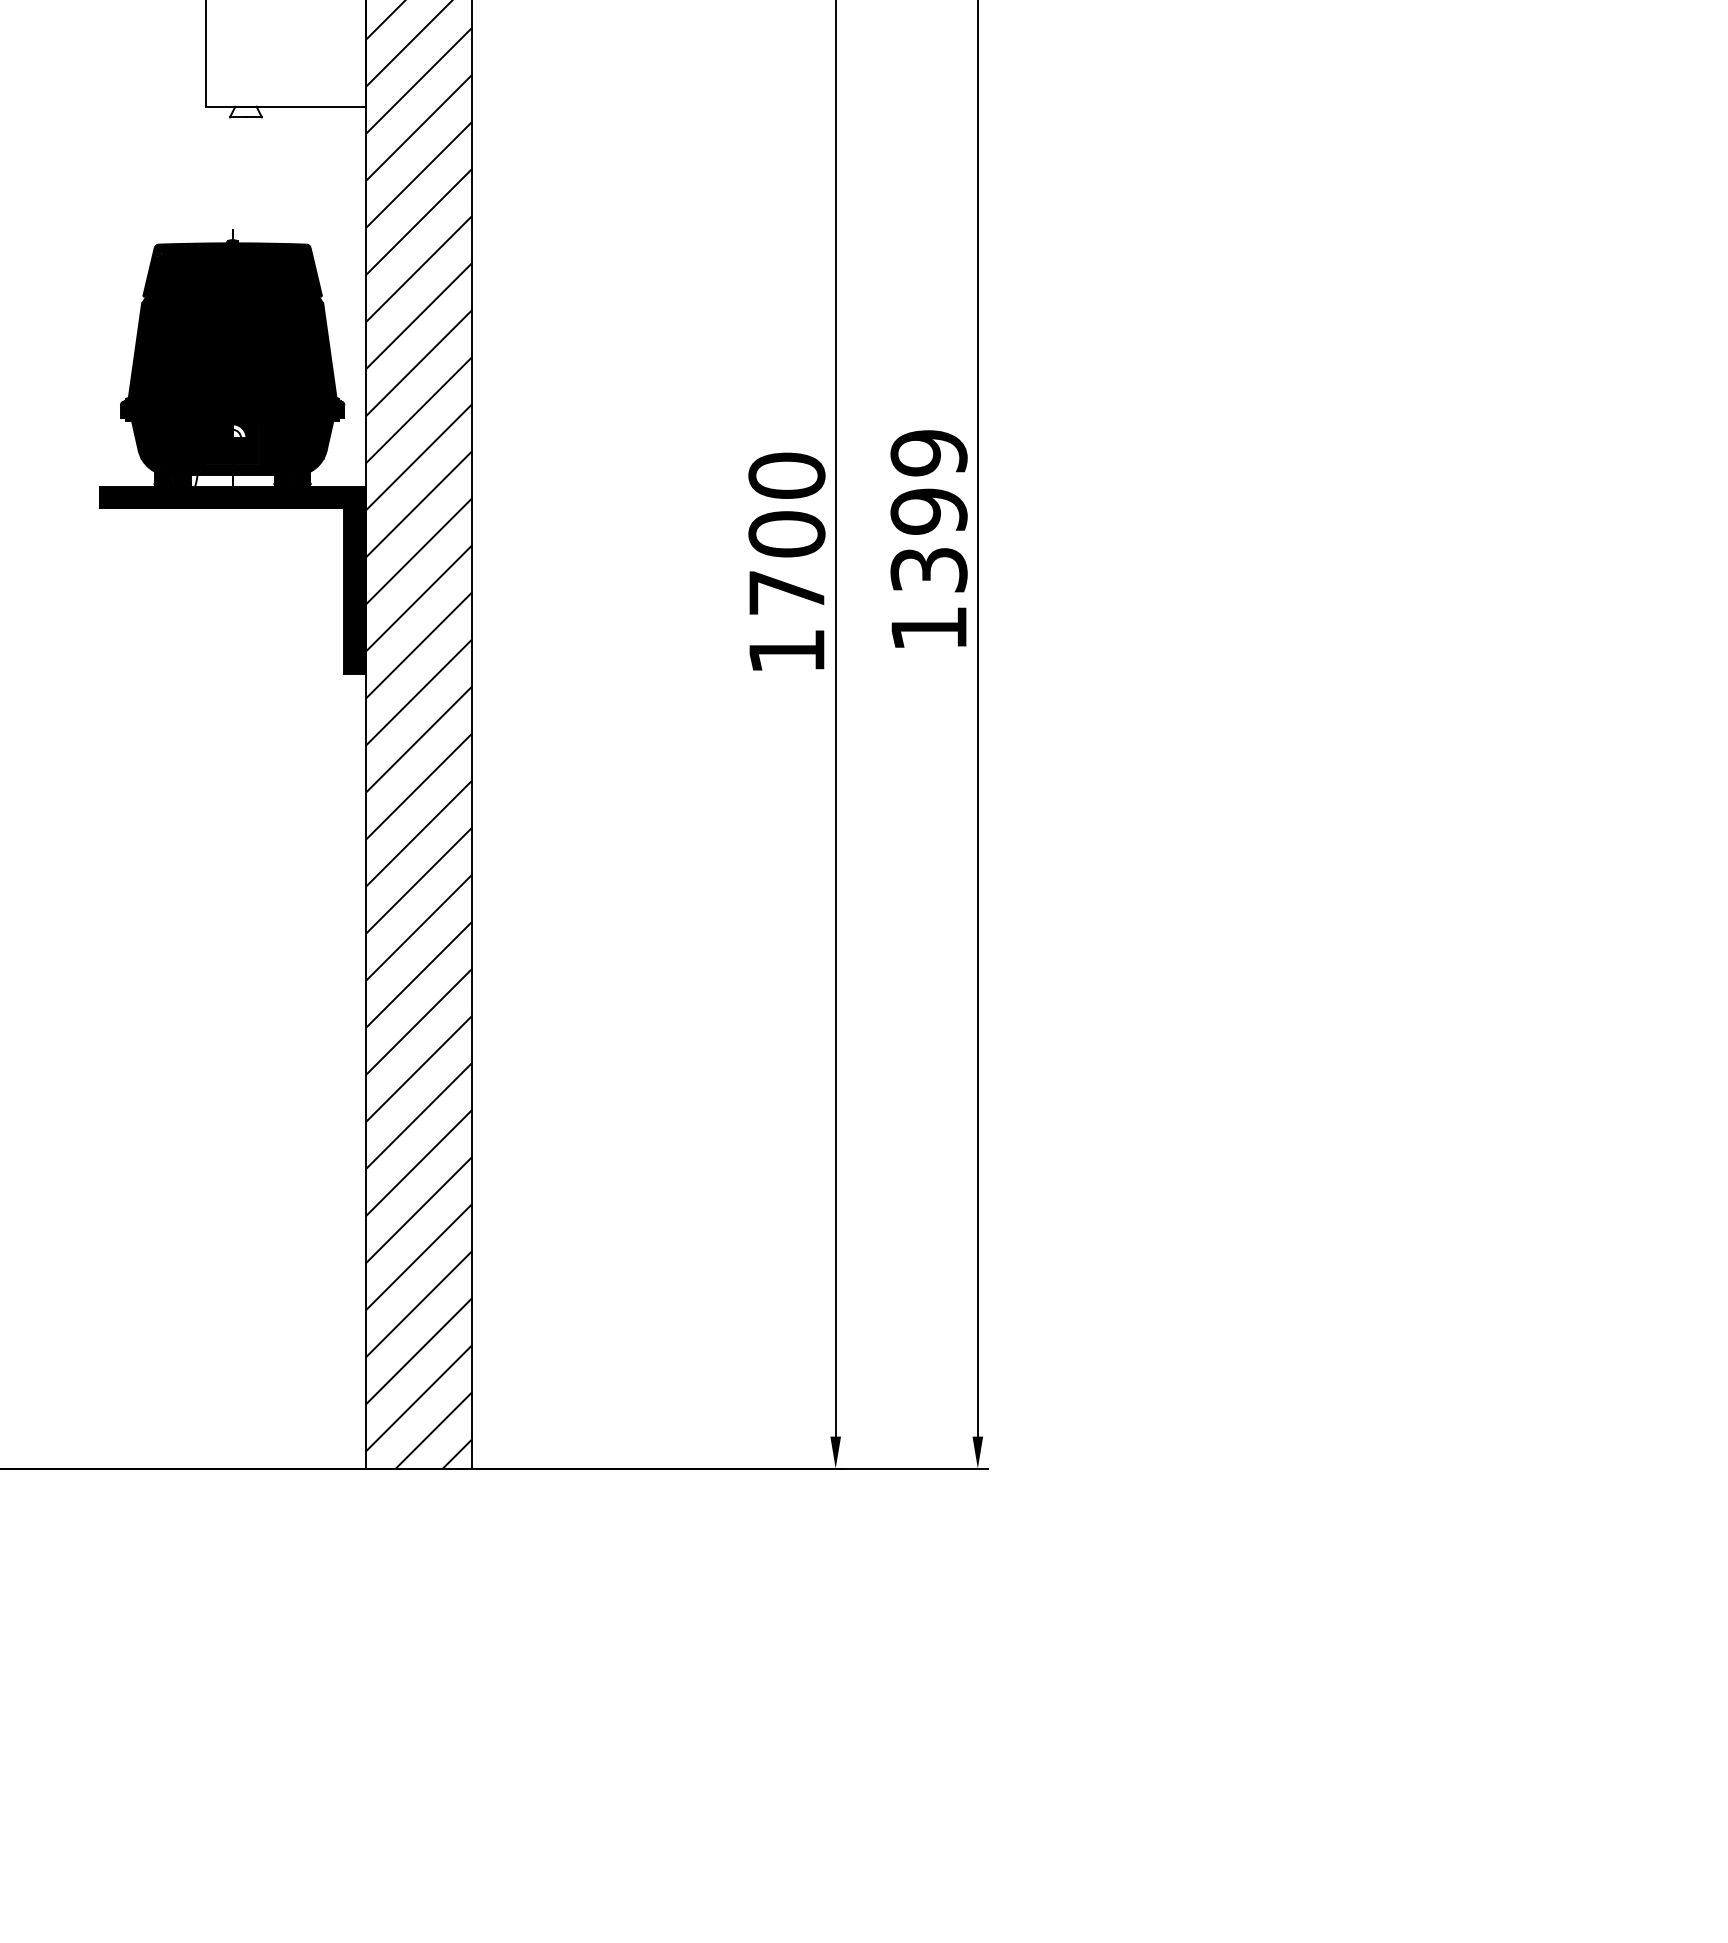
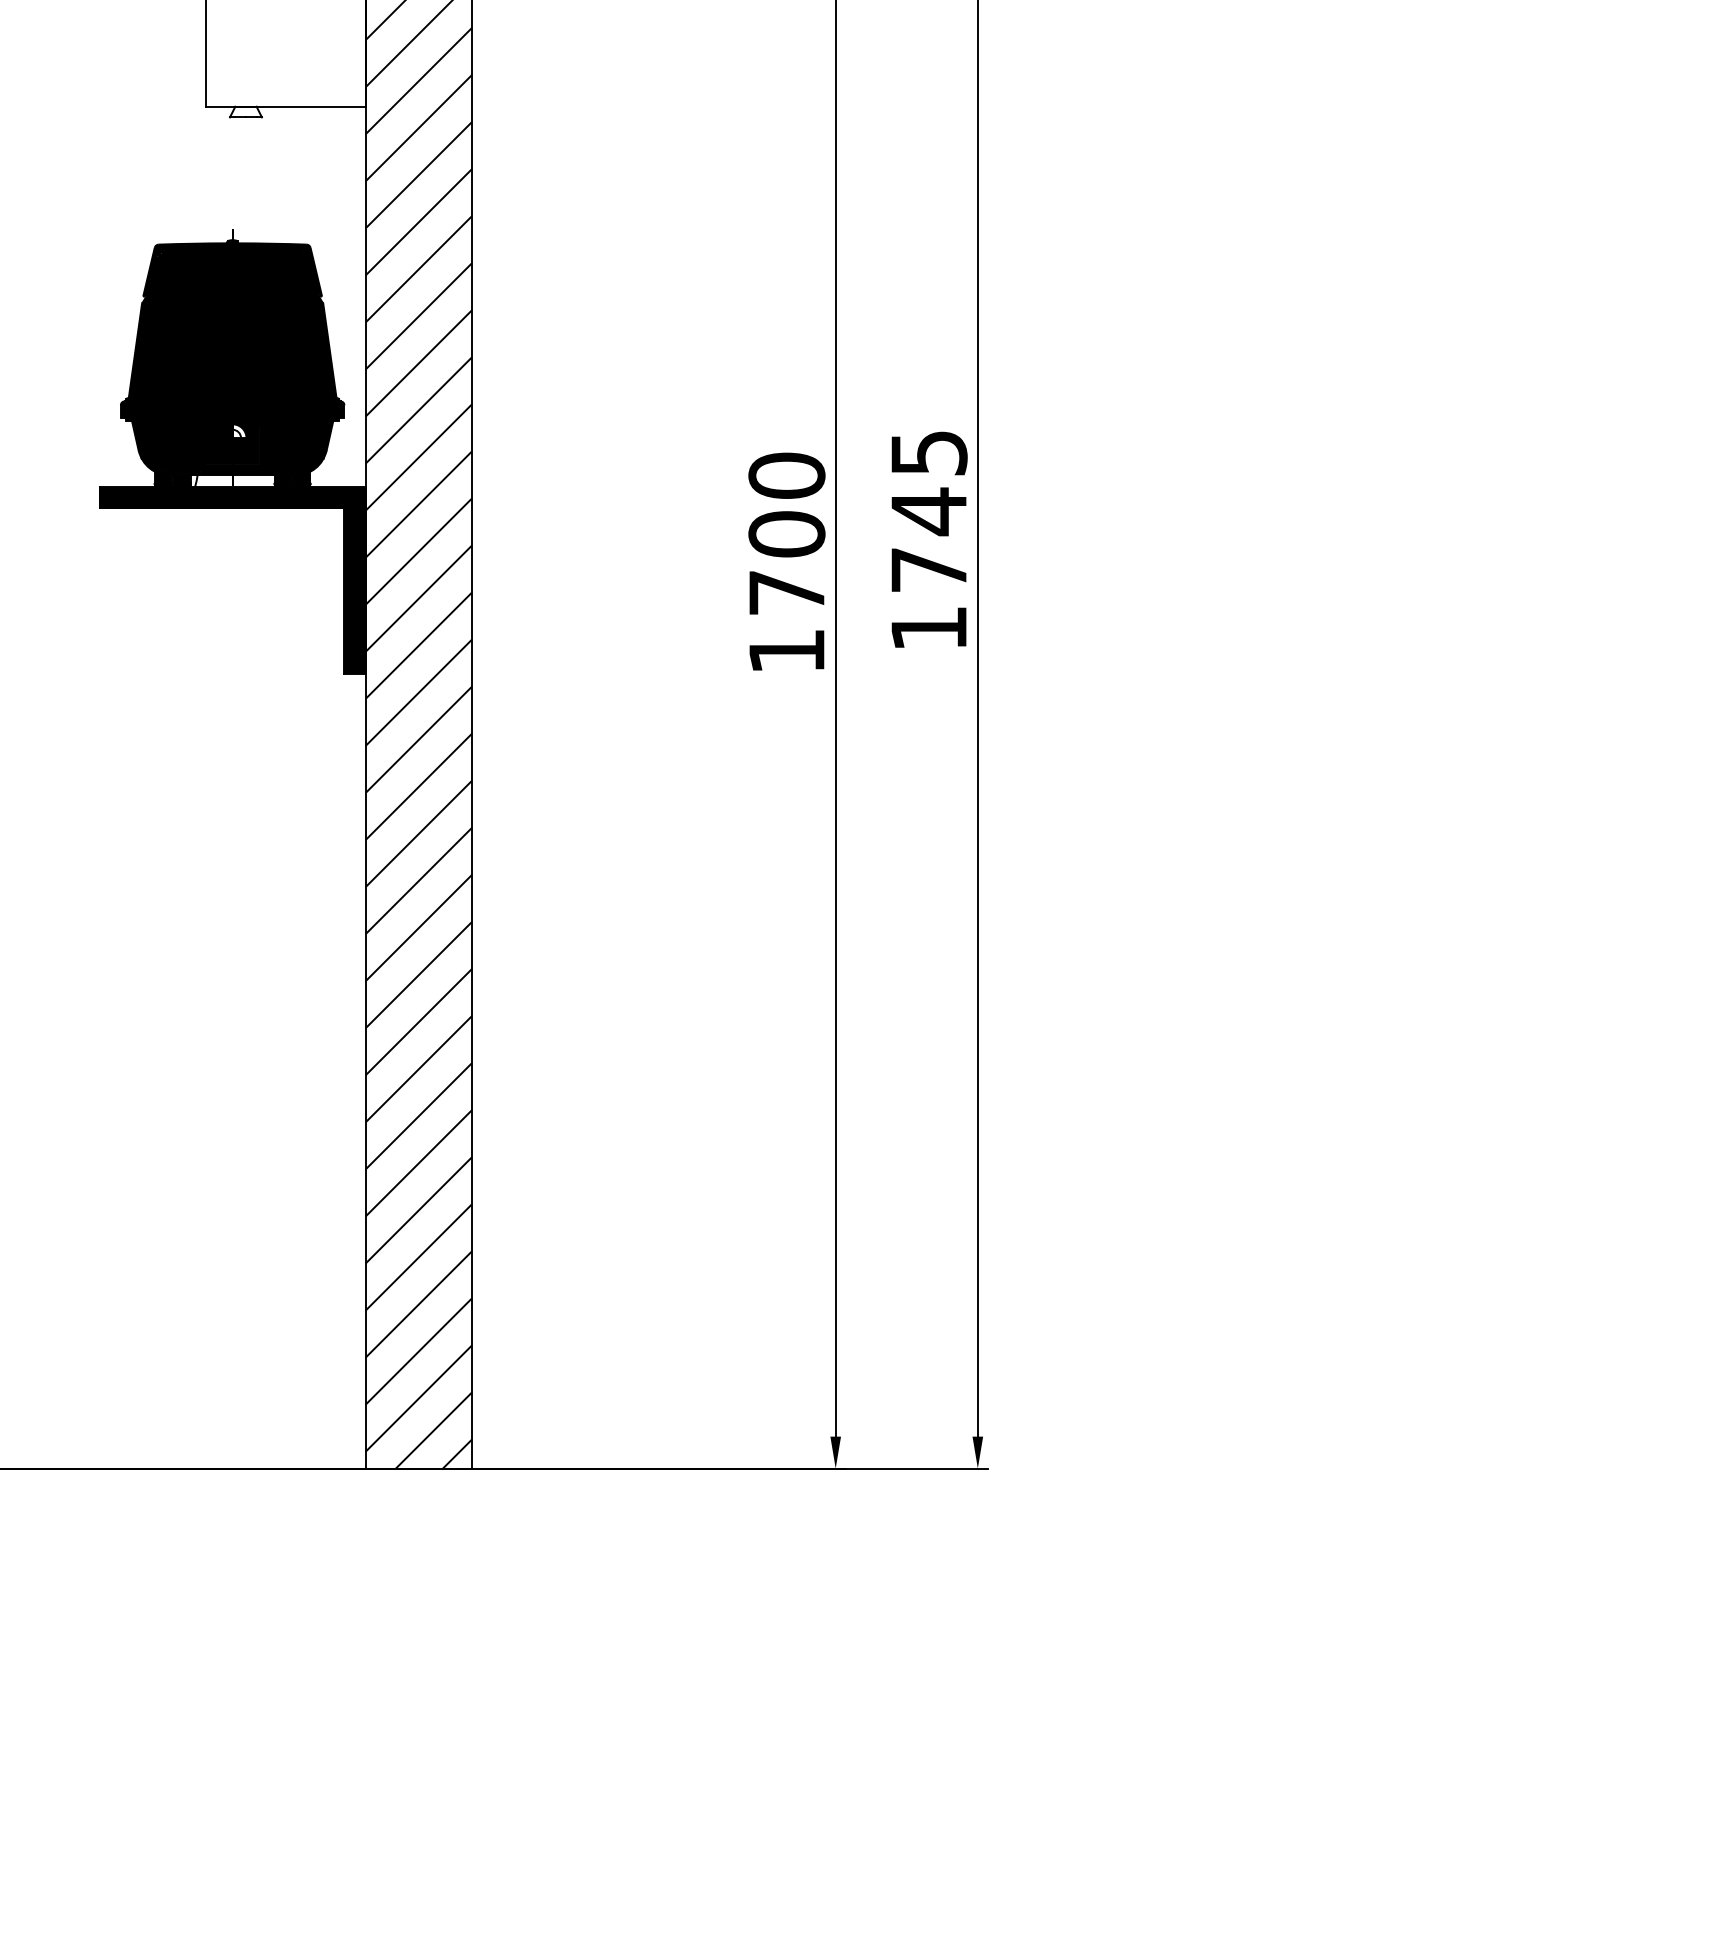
text at (928, 511): 1399 -> 1745
